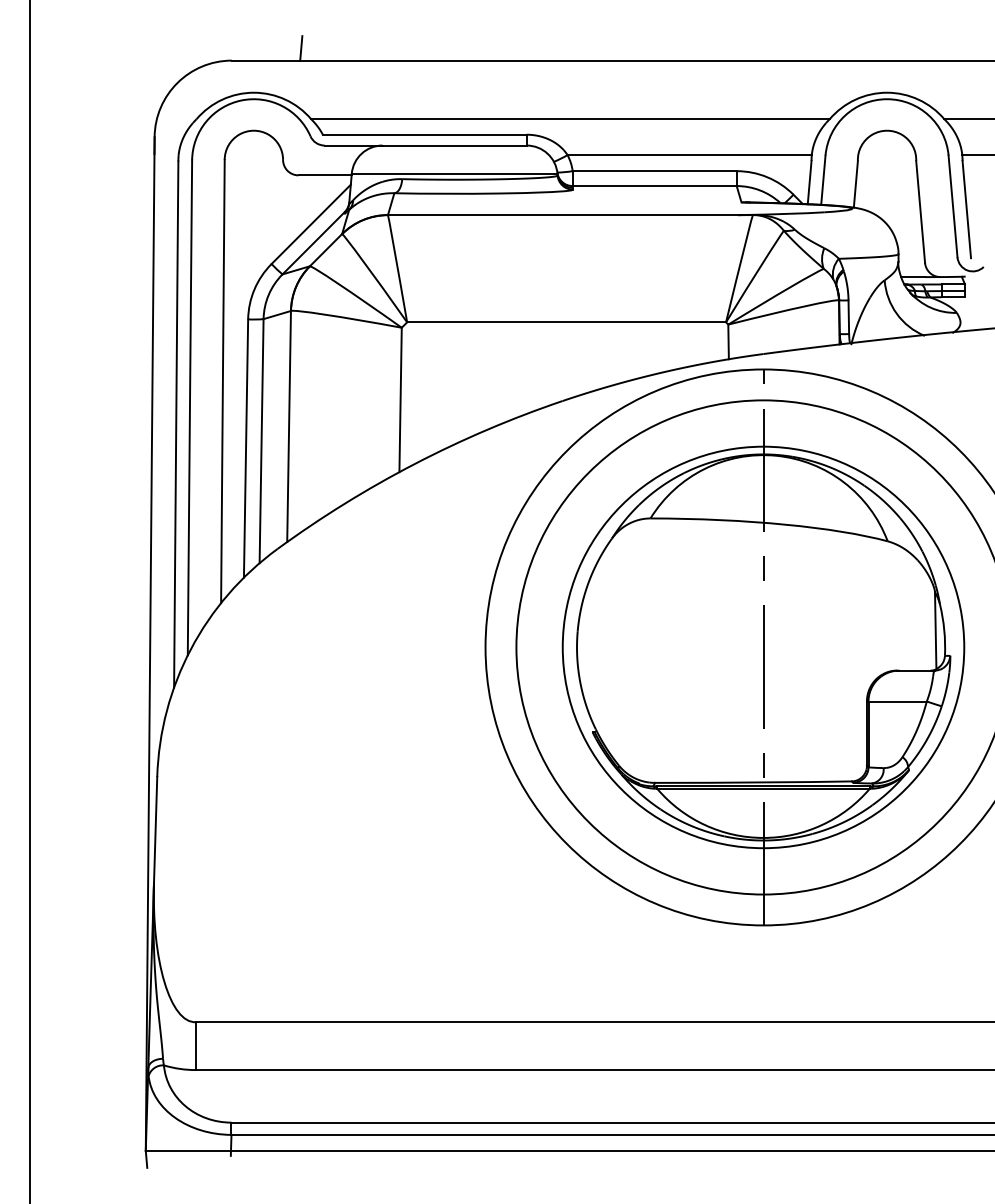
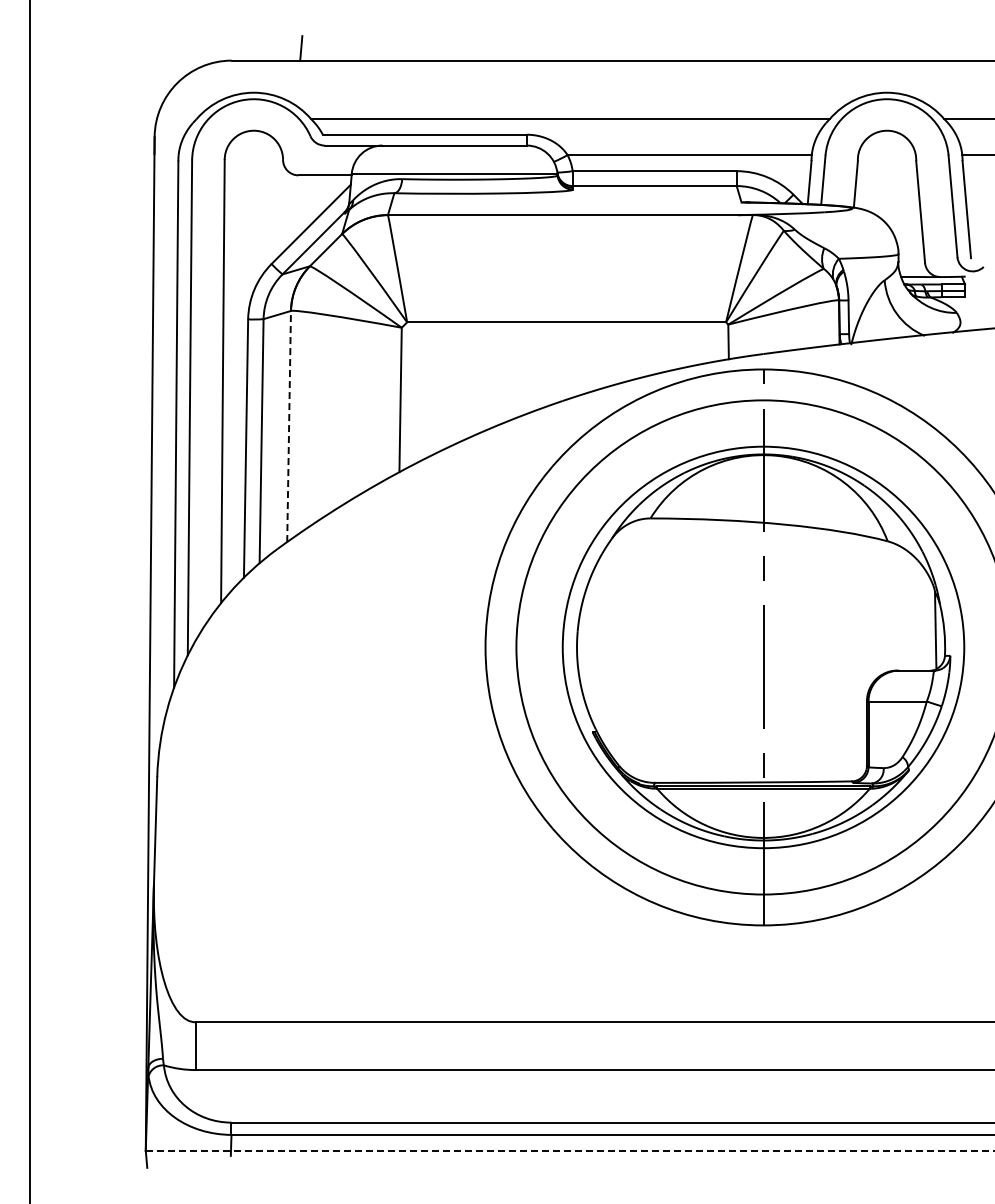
line at (289, 426): solid -> dashed
line at (570, 1150): solid -> dashed
